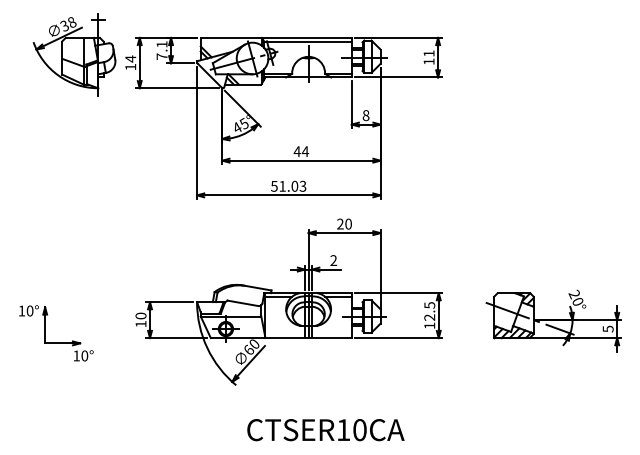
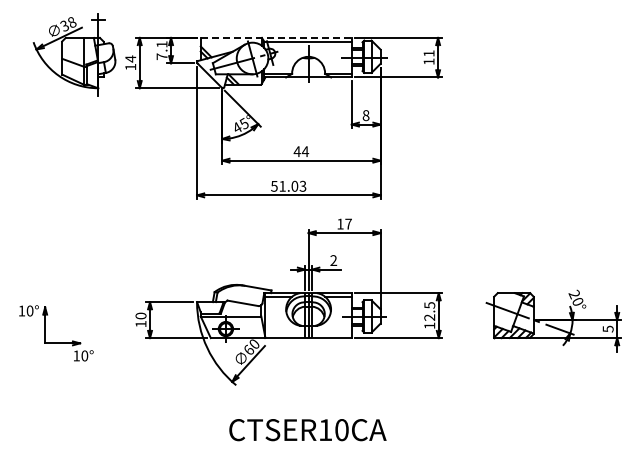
line at (276, 37): solid -> dashed
text at (344, 223): 20 -> 17
text at (325, 430) position: (325, 430) -> (307, 430)
